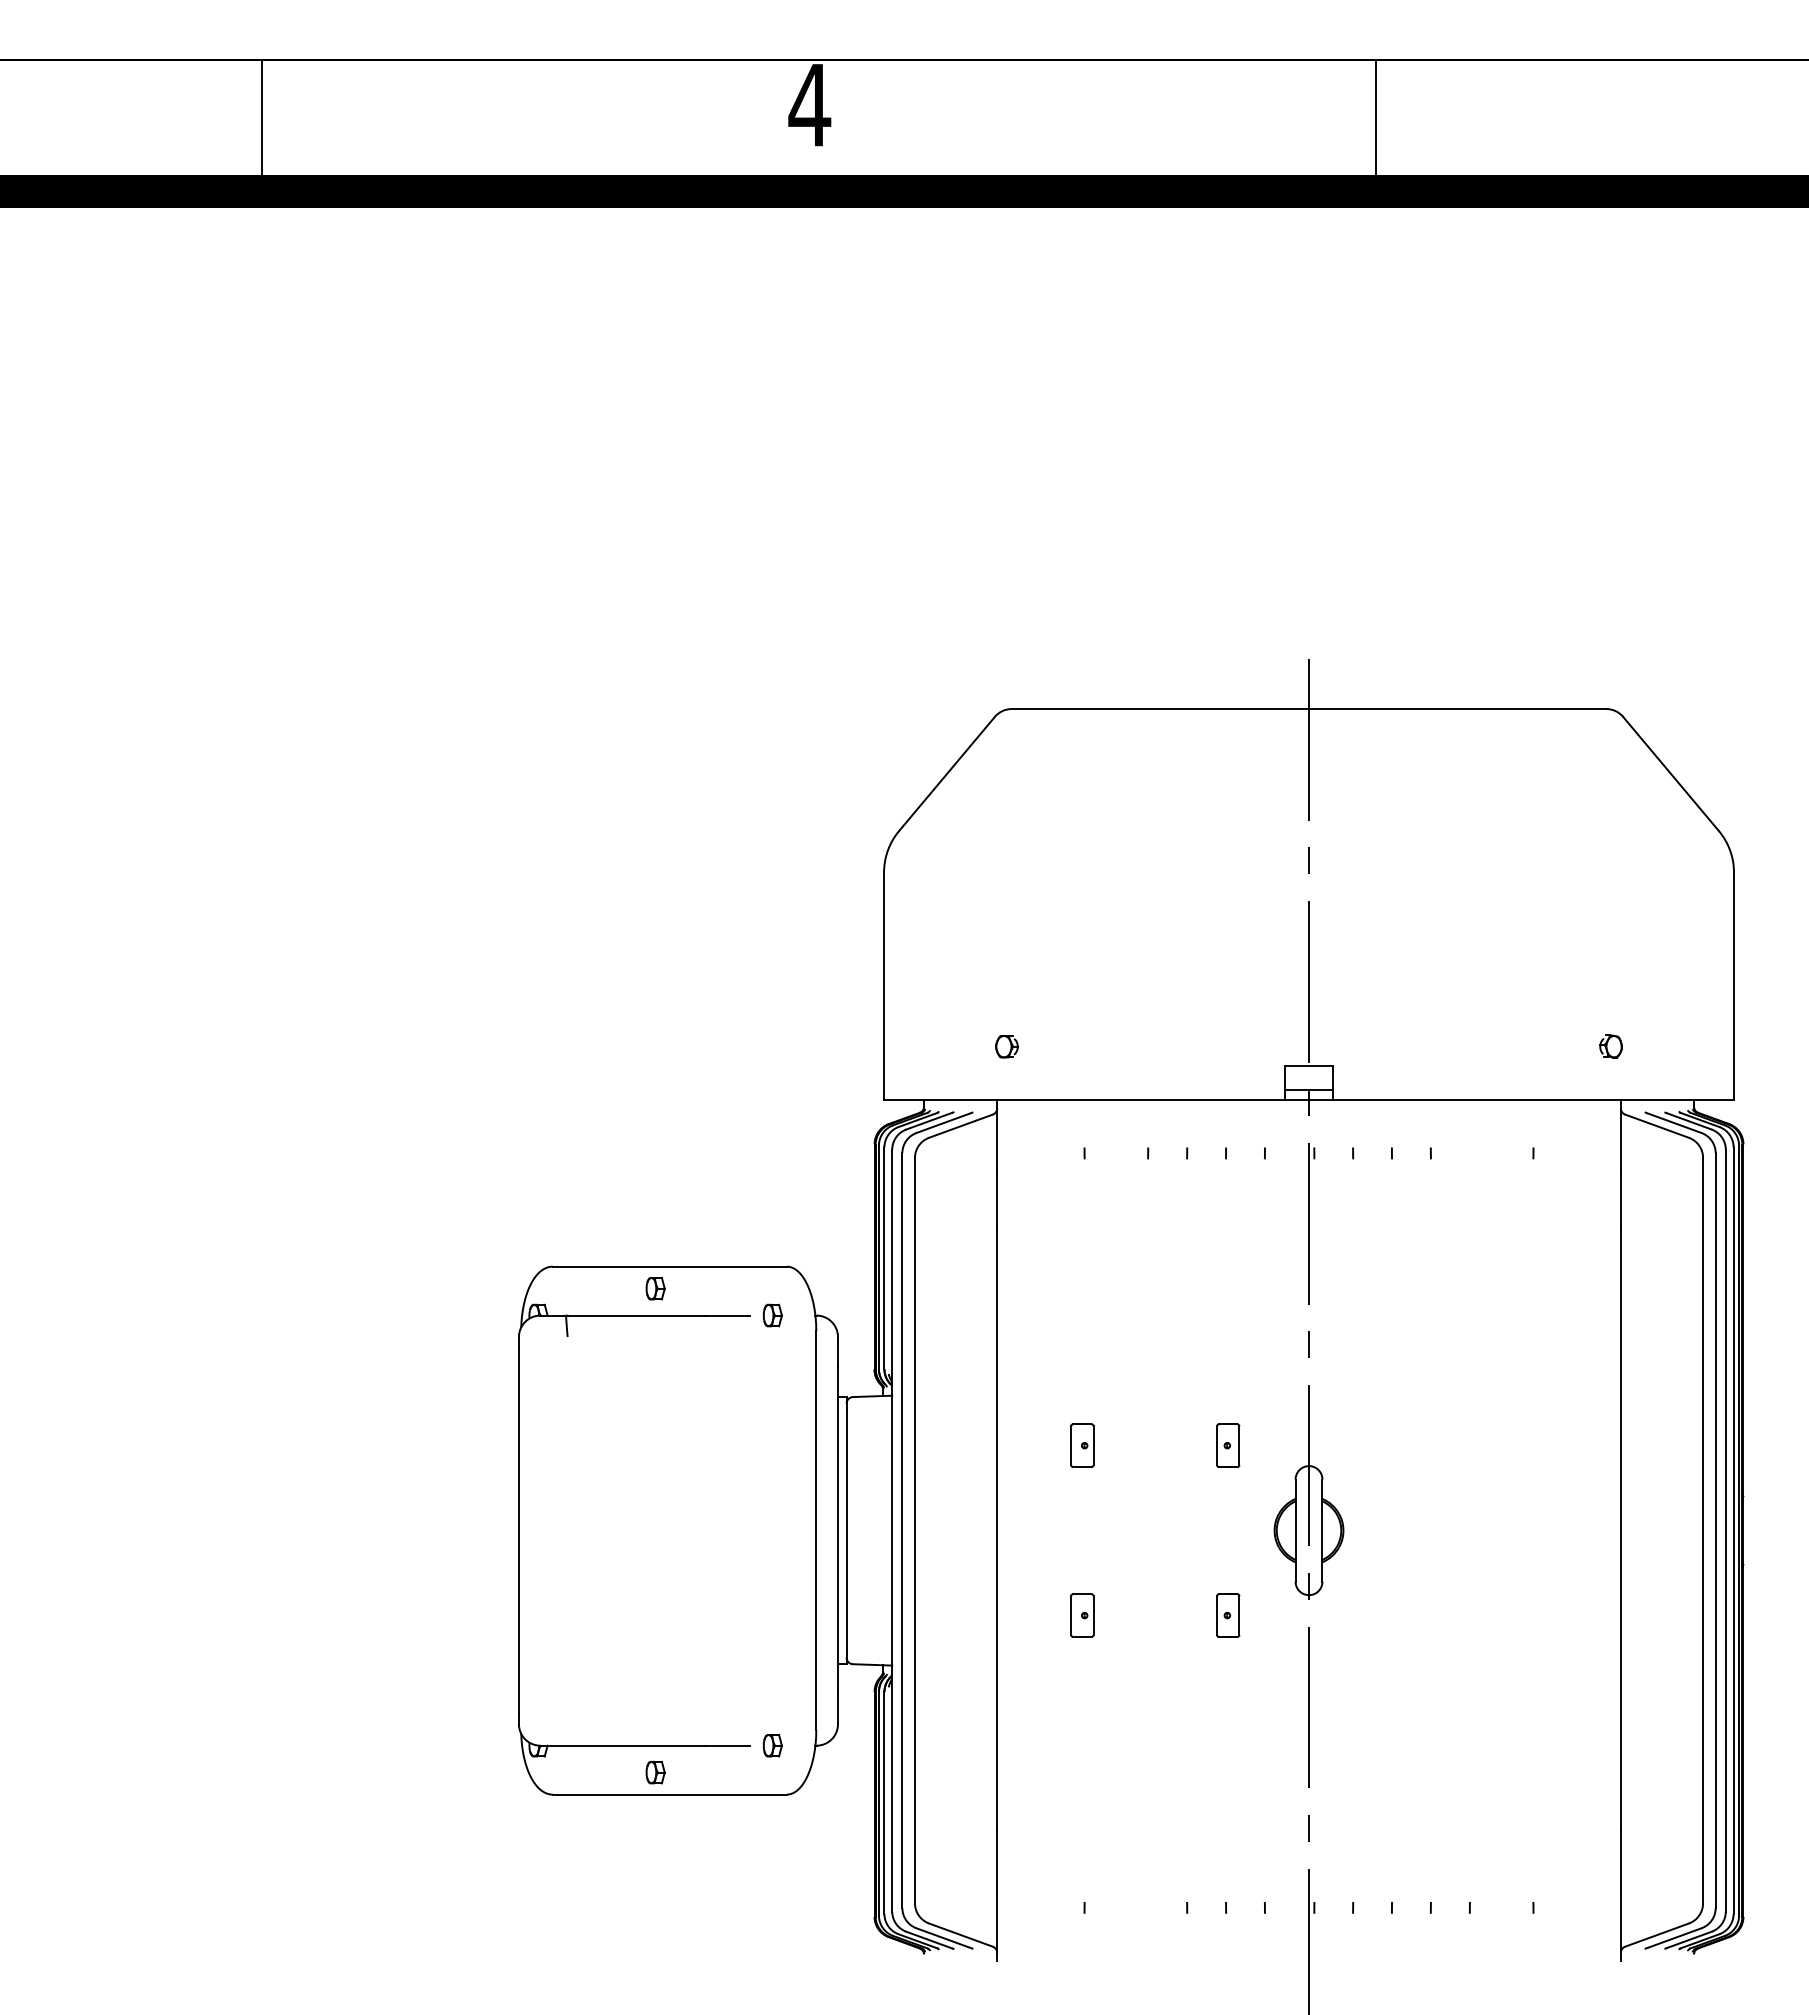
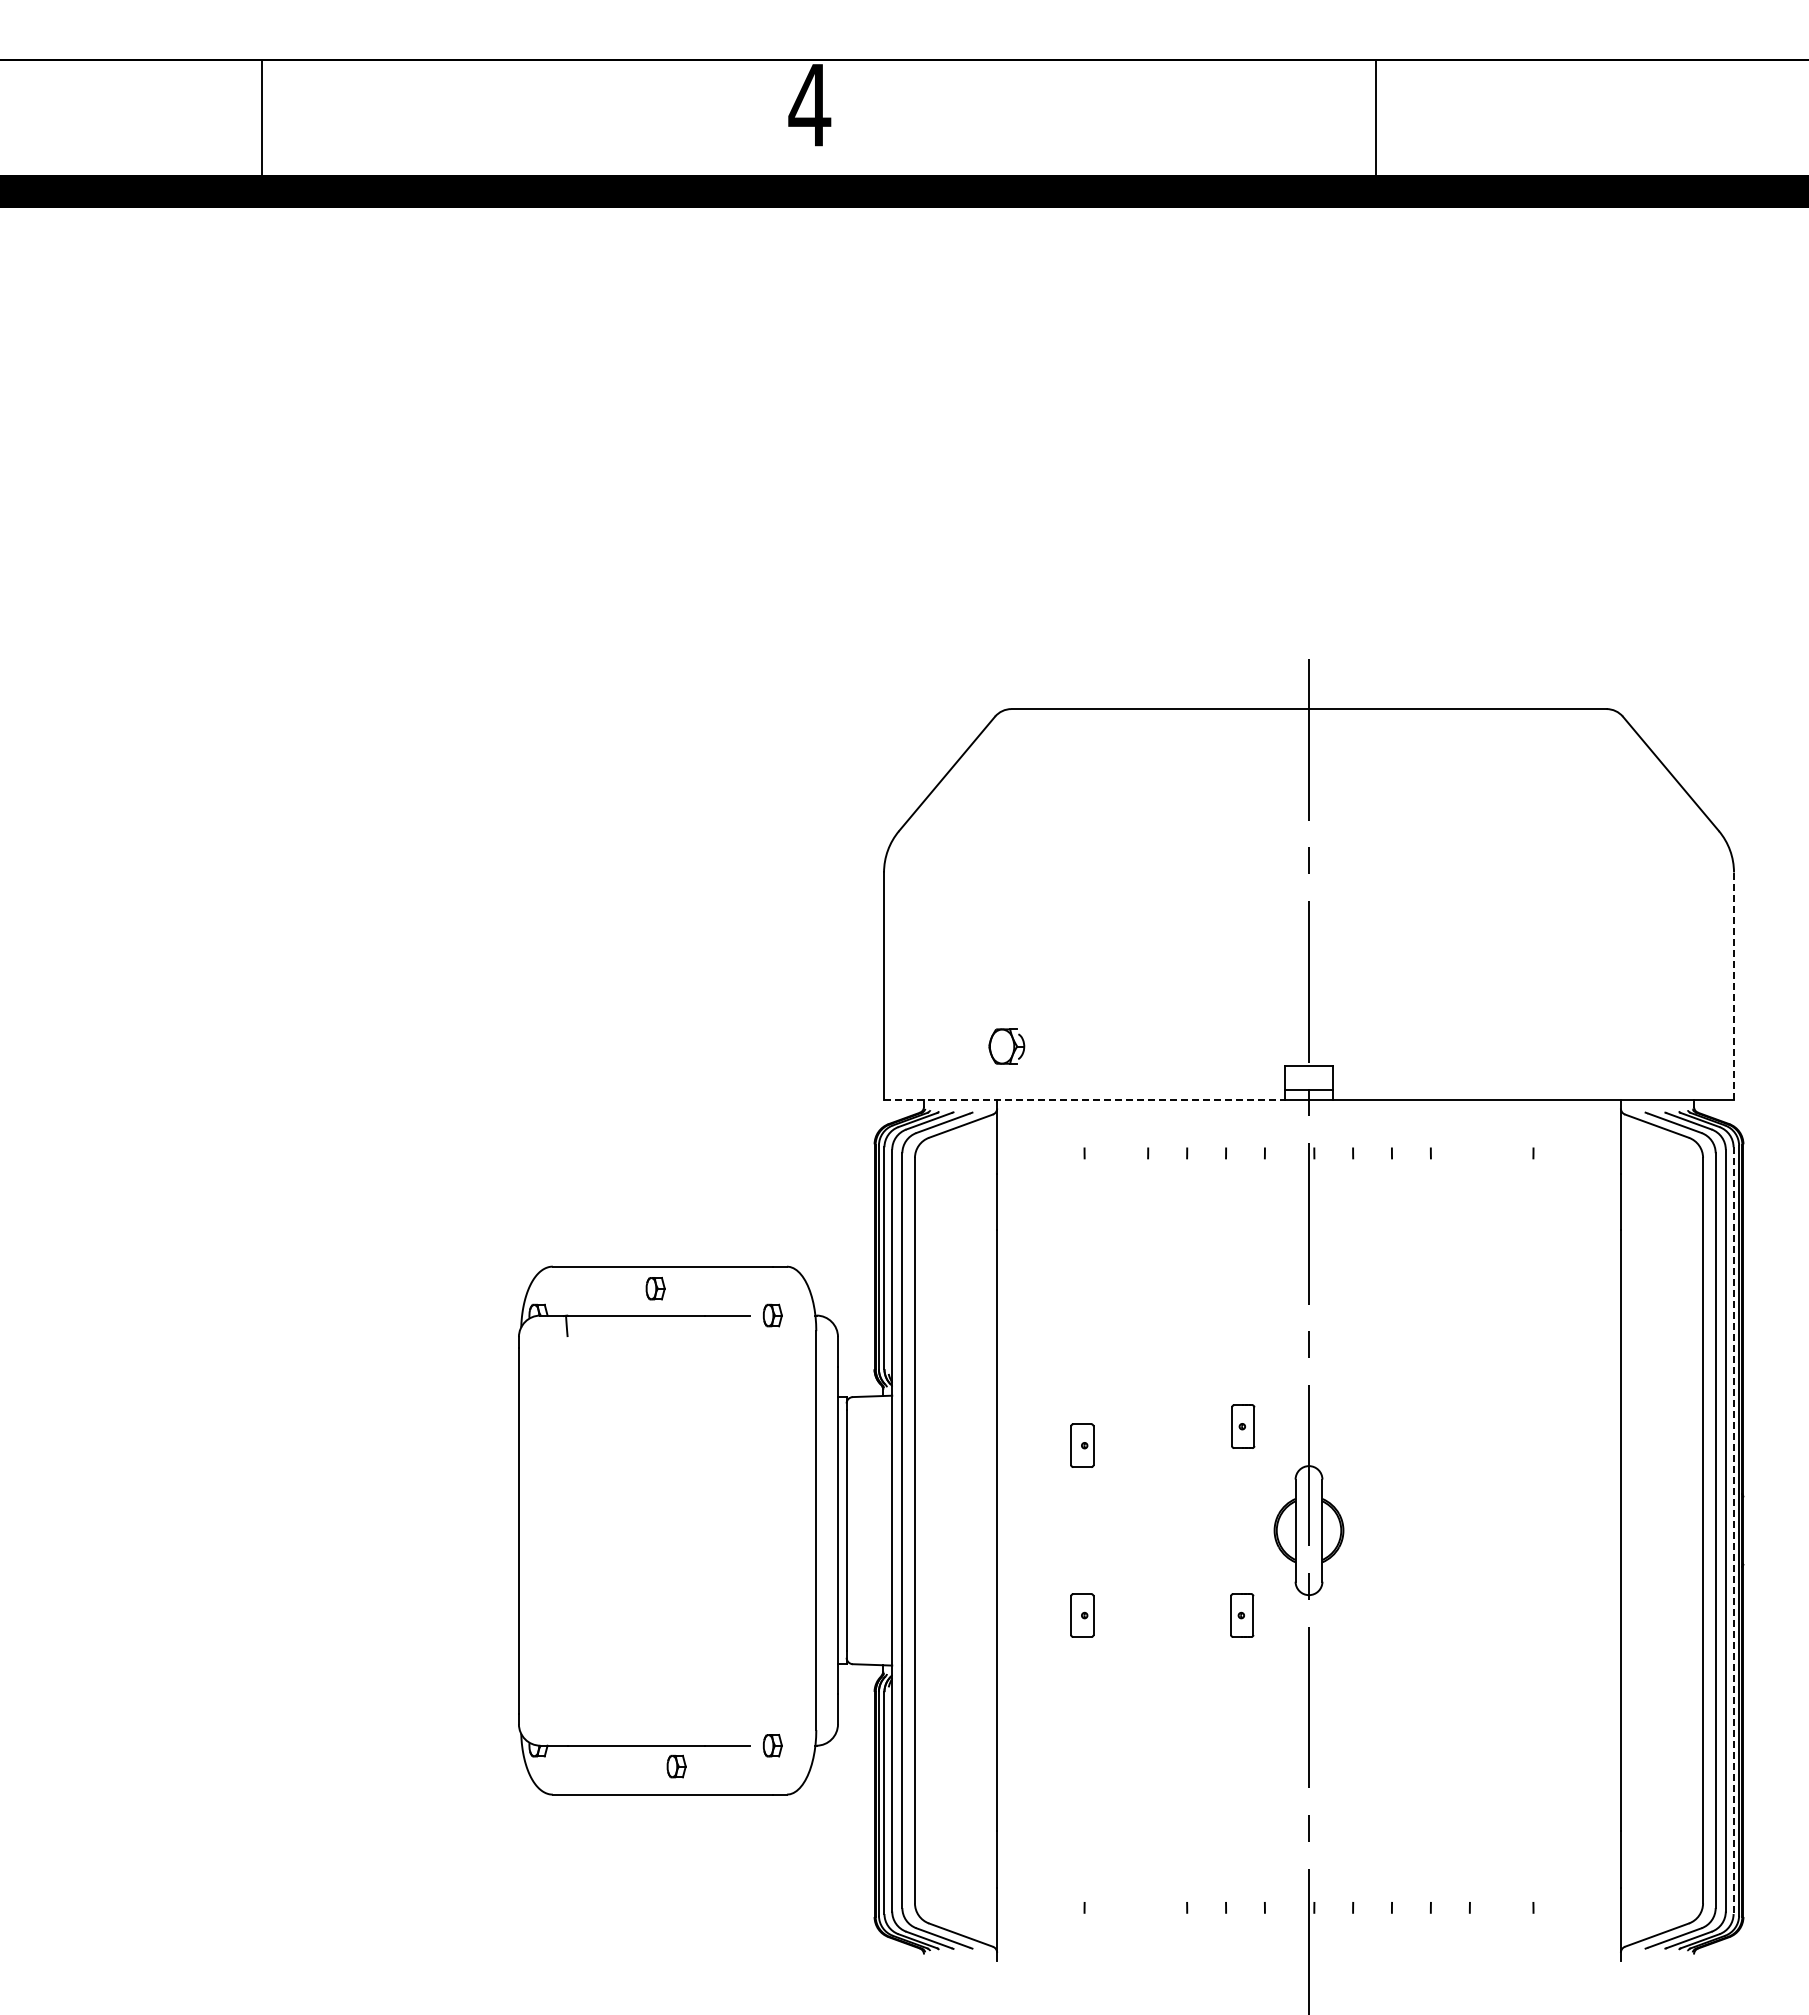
line at (1734, 986): solid -> dashed
part at (1006, 1046) size: 24x24 px -> 38x37 px
part at (1610, 1046): present -> none
line at (1084, 1100): solid -> dashed
part at (1228, 1445) position: (1228, 1445) -> (1243, 1426)
line at (1733, 1531): solid -> dashed
part at (1228, 1615) position: (1228, 1615) -> (1242, 1615)
part at (655, 1772) position: (655, 1772) -> (676, 1766)
